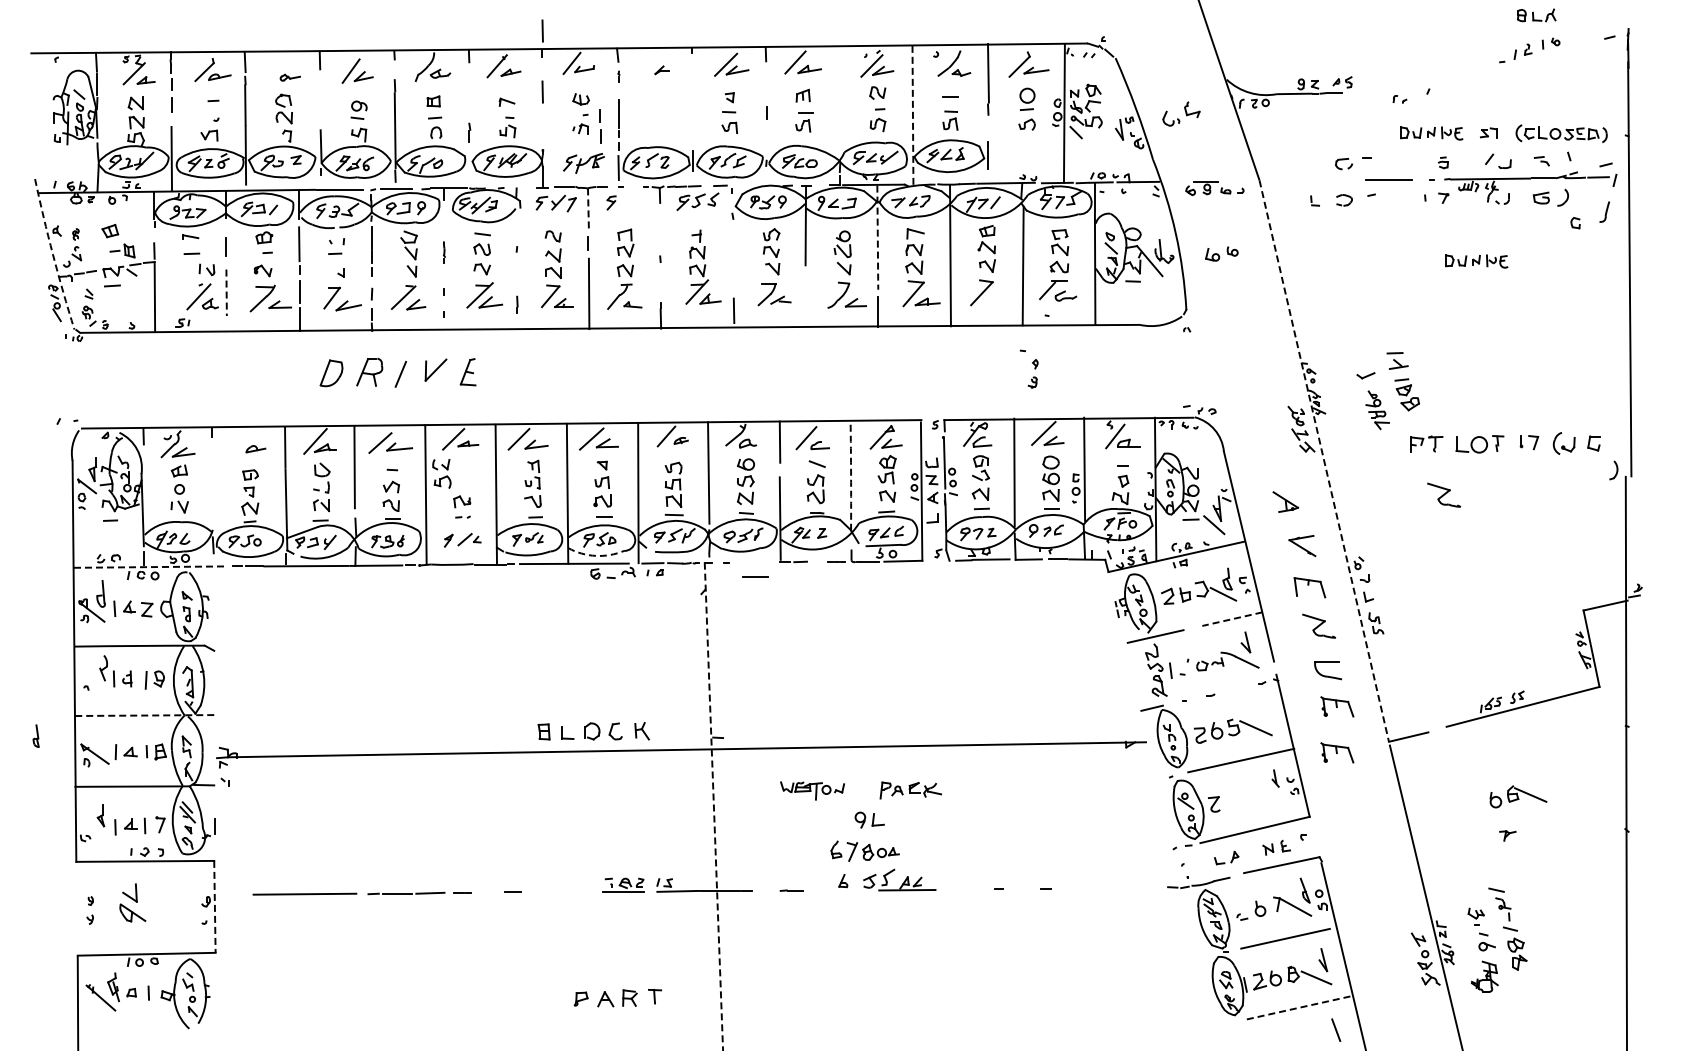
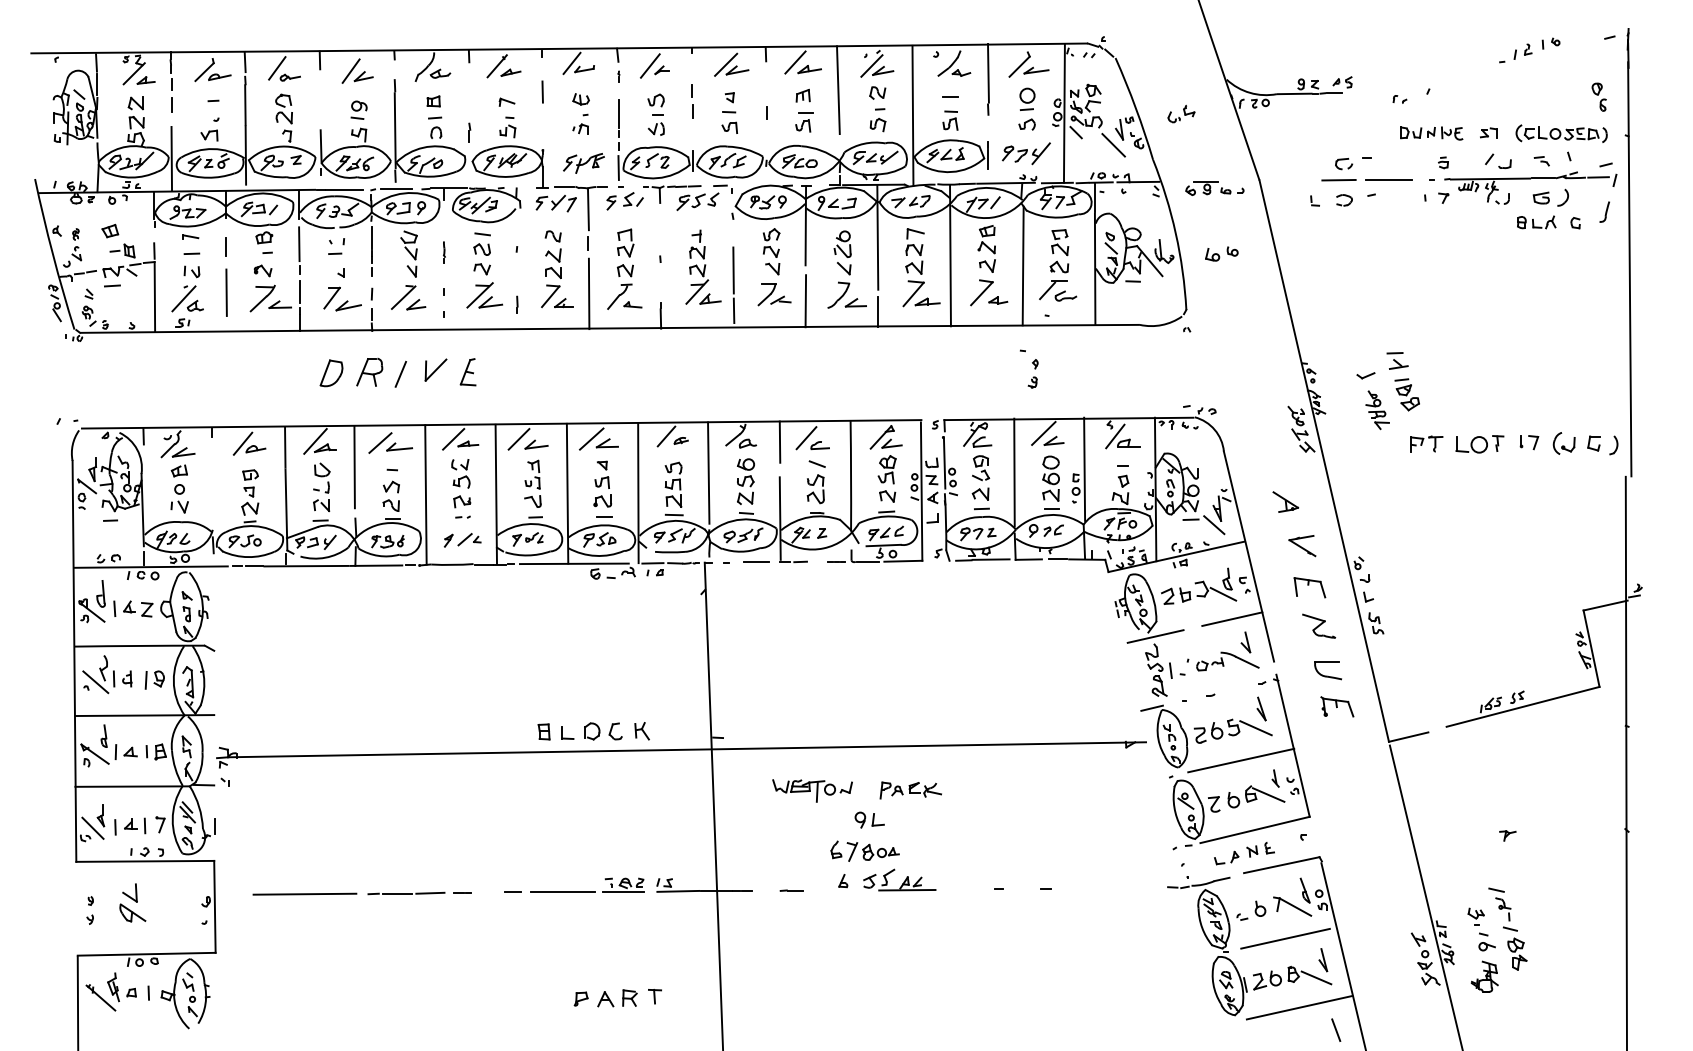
part at (1536, 15) position: (1536, 15) -> (1536, 222)
line at (542, 30): present -> none
line at (649, 65): none -> present
line at (277, 68): none -> present
line at (838, 90): none -> present
part at (1598, 96): none -> present
part at (1181, 113) size: 39x26 px -> 29x20 px
part at (655, 114): none -> present
line at (912, 115): dashed -> solid
line at (600, 129) position: (600, 129) -> (692, 104)
line at (1113, 145): none -> present
part at (1026, 153): none -> present
line at (1338, 180): none -> present
part at (633, 199): none -> present
line at (588, 209): dashed -> solid
line at (877, 238): dashed -> solid
arc at (53, 254): dashed -> solid
part at (1476, 261): present -> none
line at (733, 270): none -> present
part at (202, 286) position: (202, 286) -> (187, 288)
line at (226, 293): dashed -> solid
part at (998, 300): none -> present
line at (805, 301): none -> present
line at (242, 443): none -> present
line at (1324, 461): dashed -> solid
part at (1613, 470) position: (1613, 470) -> (1613, 445)
part at (441, 473) position: (441, 473) -> (460, 473)
arc at (851, 475): dashed -> solid
part at (1444, 494): present -> none
arc at (595, 555): dashed -> solid
line at (150, 567): dashed -> solid
line at (755, 576) position: (755, 576) -> (756, 561)
line at (1232, 619): dashed -> solid
line at (95, 682): none -> present
part at (1261, 708): none -> present
line at (144, 715): dashed -> solid
part at (35, 735) position: (35, 735) -> (103, 735)
part at (1337, 752): present -> none
part at (812, 790) size: 65x20 px -> 81x24 px
part at (1518, 796) position: (1518, 796) -> (1256, 796)
line at (713, 807): dashed -> solid
line at (92, 827): none -> present
part at (1276, 847) position: (1276, 847) -> (1260, 849)
line at (562, 892): none -> present
line at (214, 906): dashed -> solid
line at (1300, 1007): dashed -> solid
